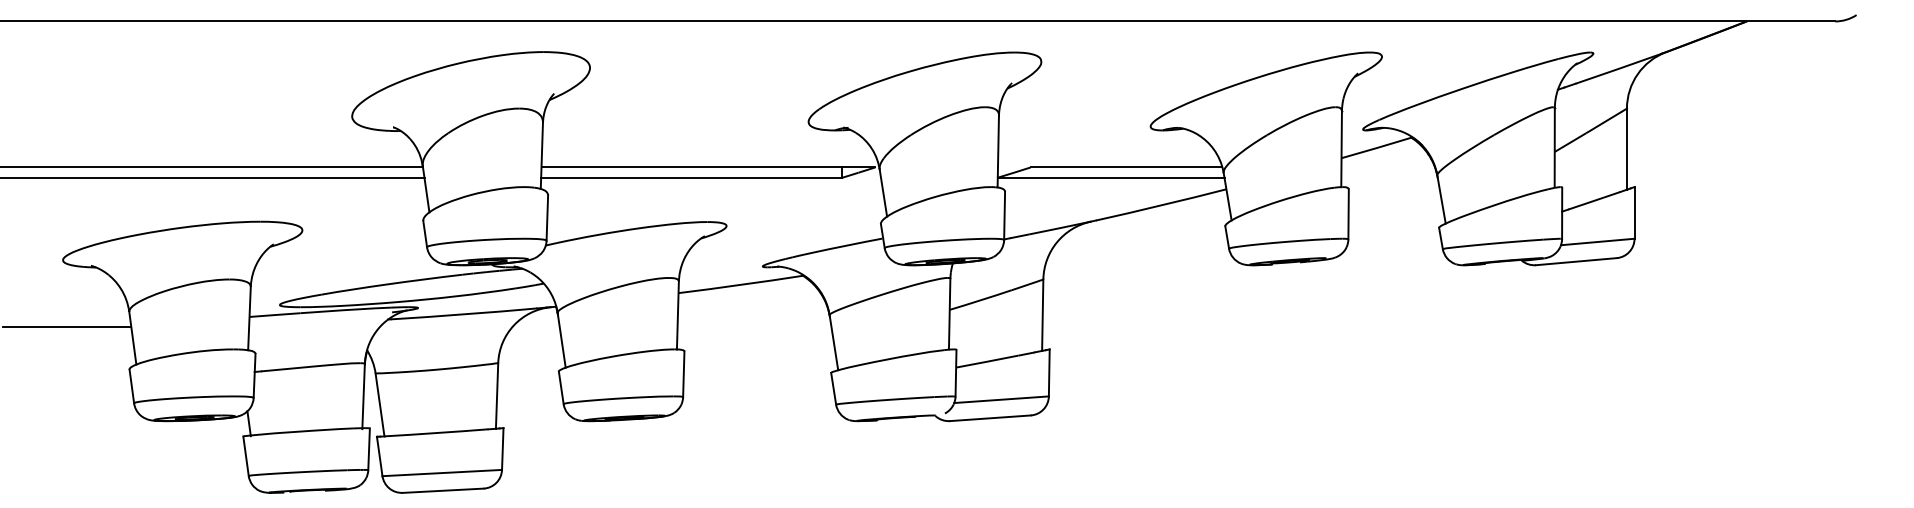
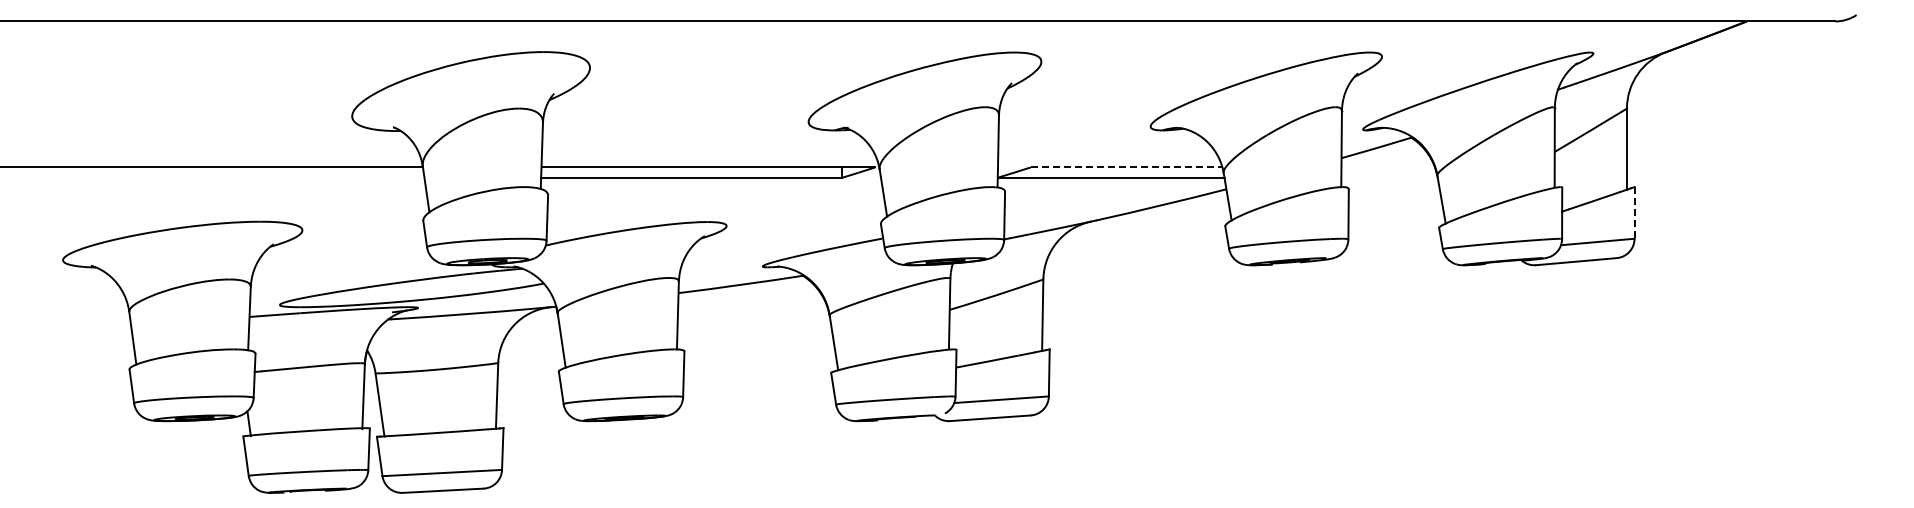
line at (1126, 167): solid -> dashed
line at (213, 177): present -> none
line at (1634, 212): solid -> dashed
line at (67, 327): present -> none
